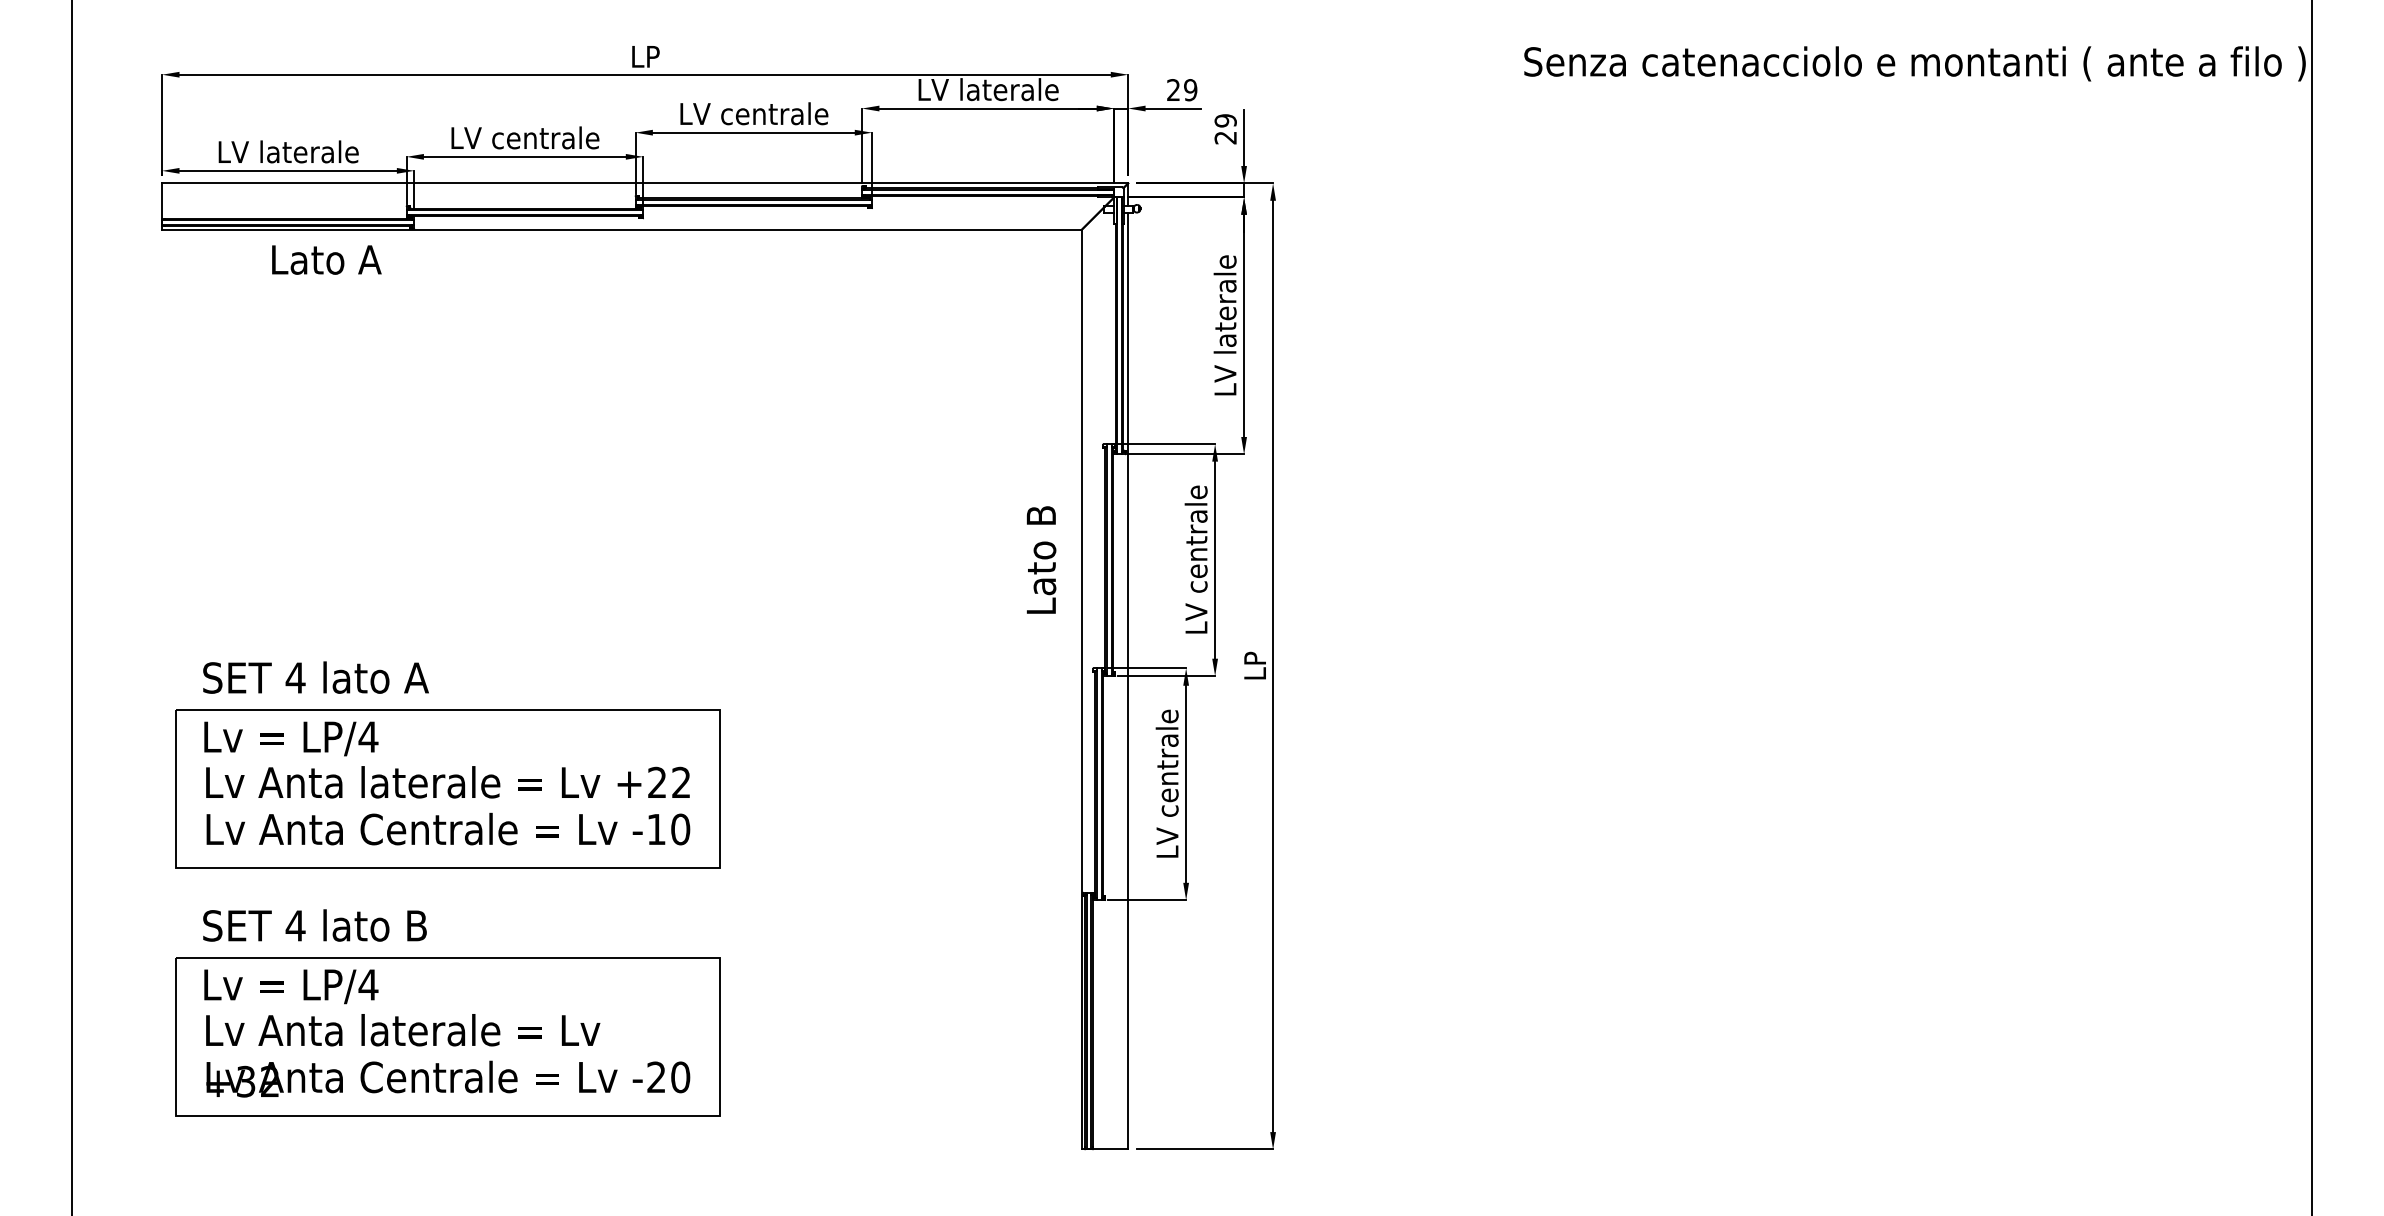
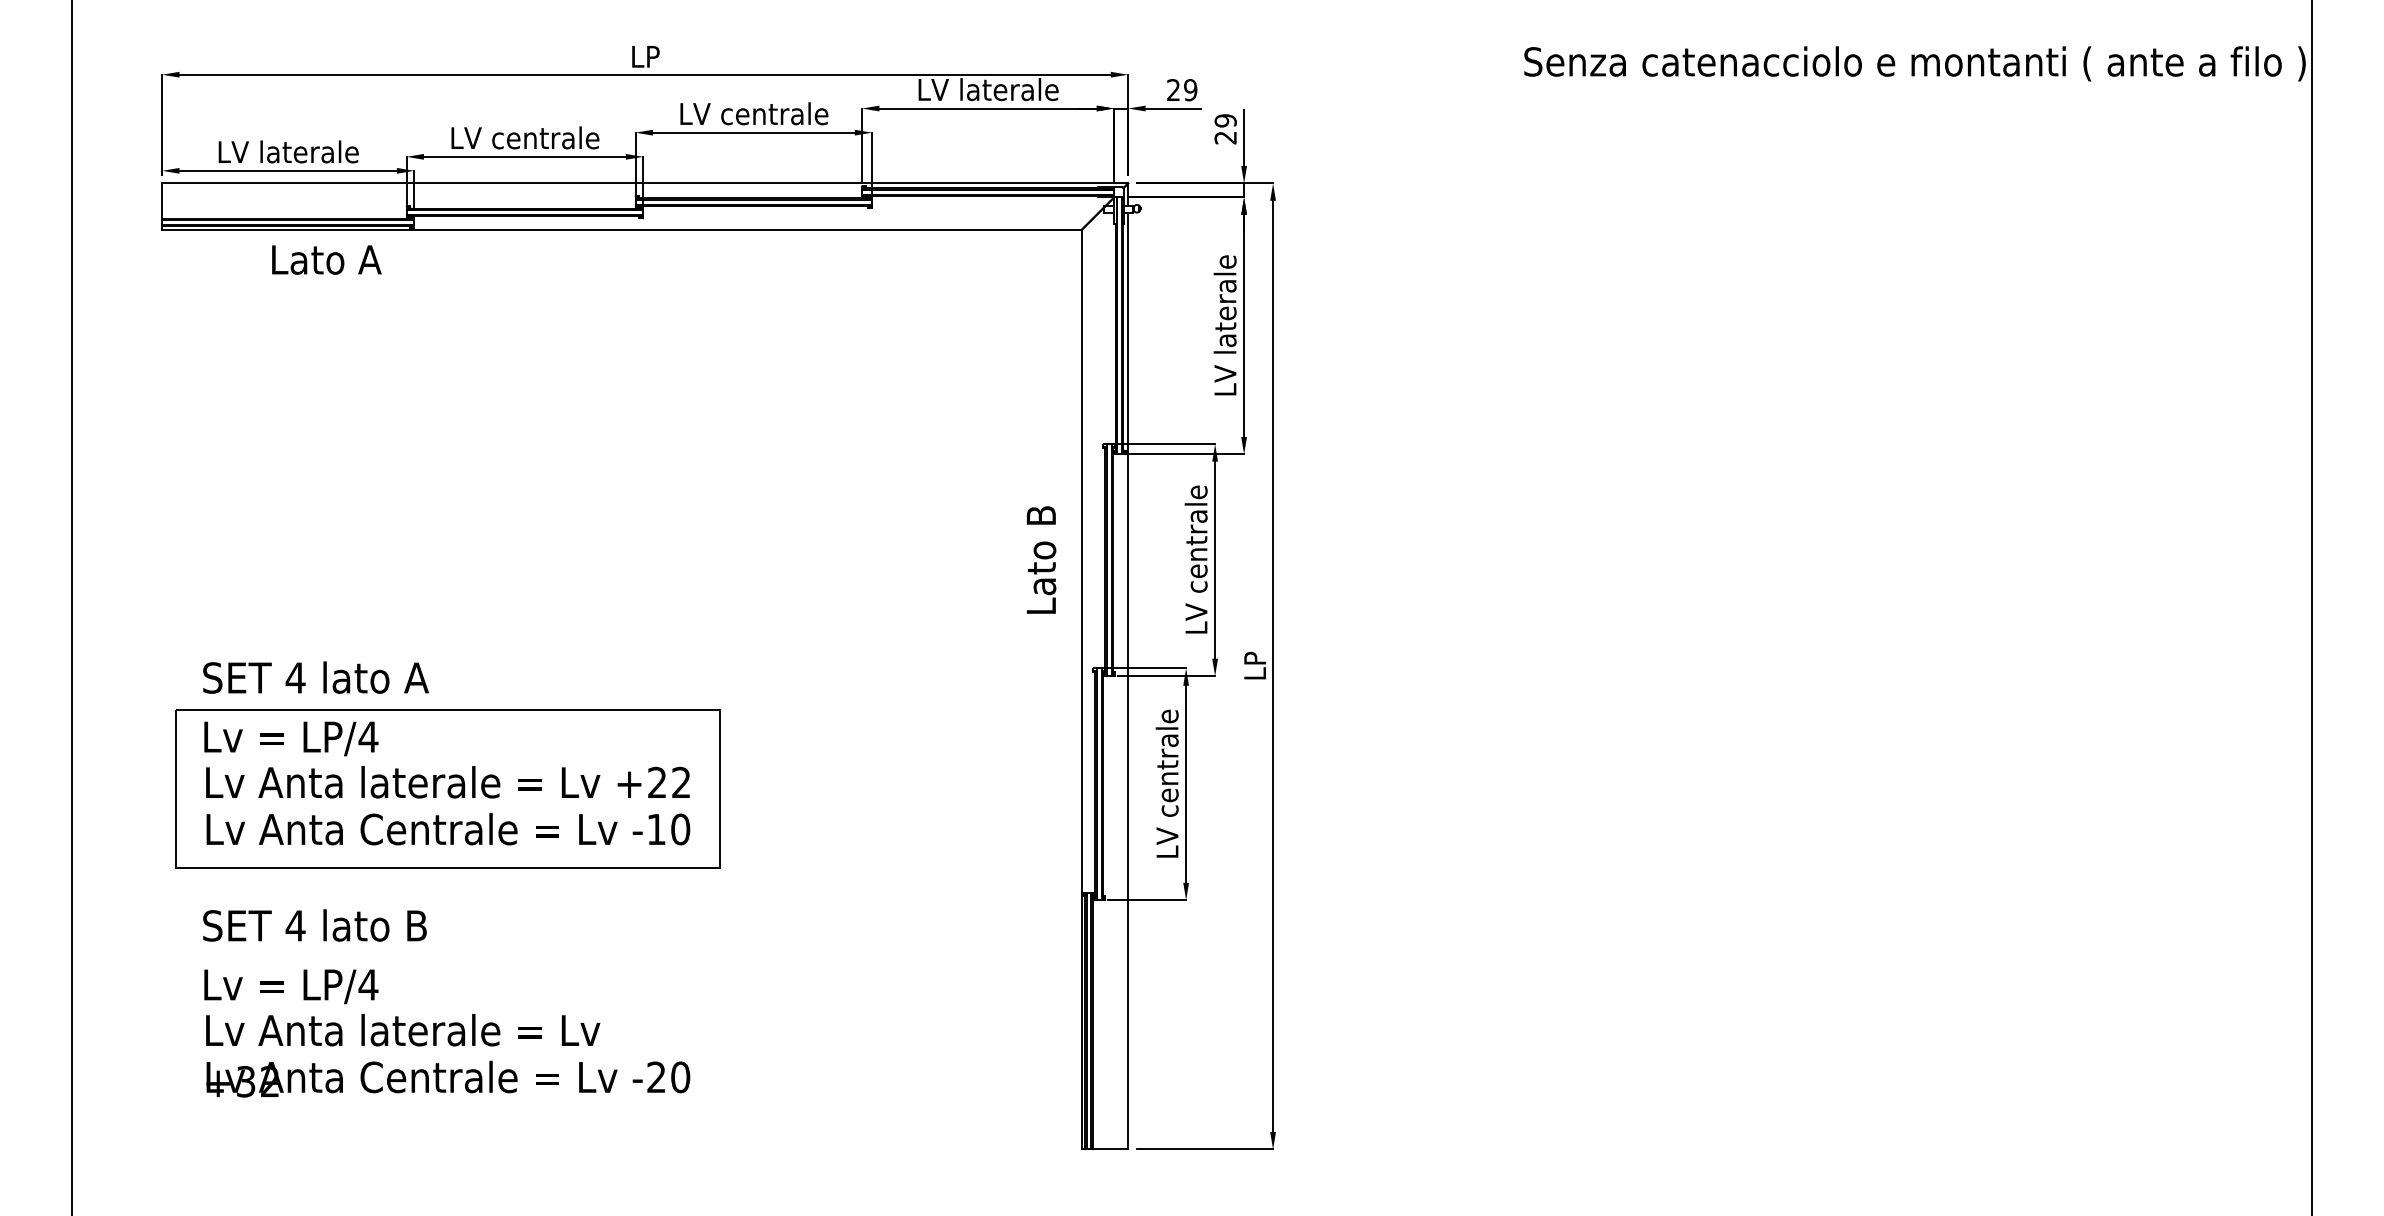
part at (447, 1036): present -> none
